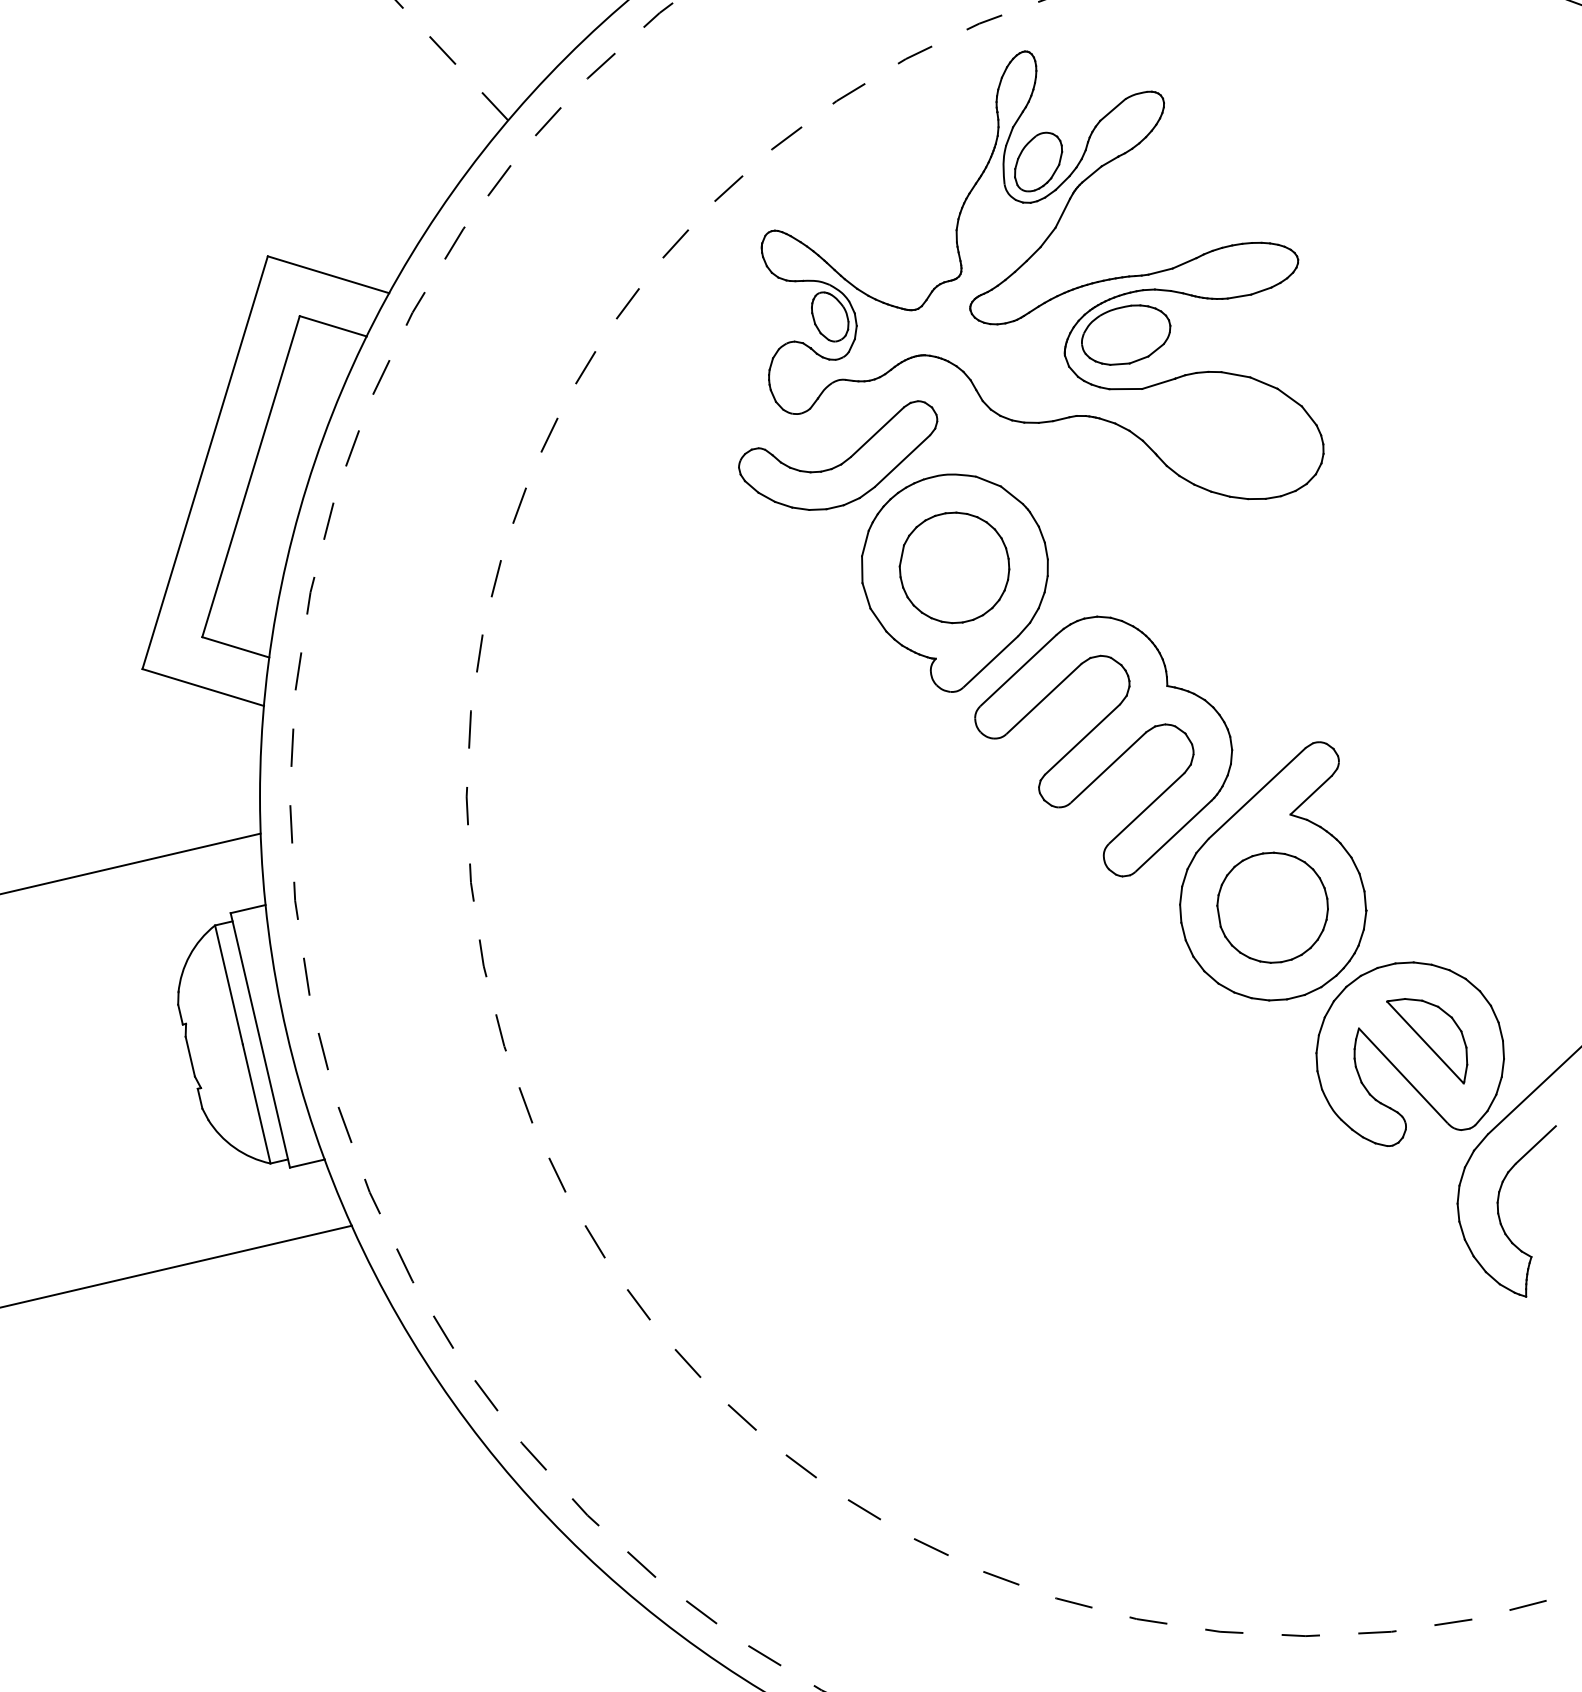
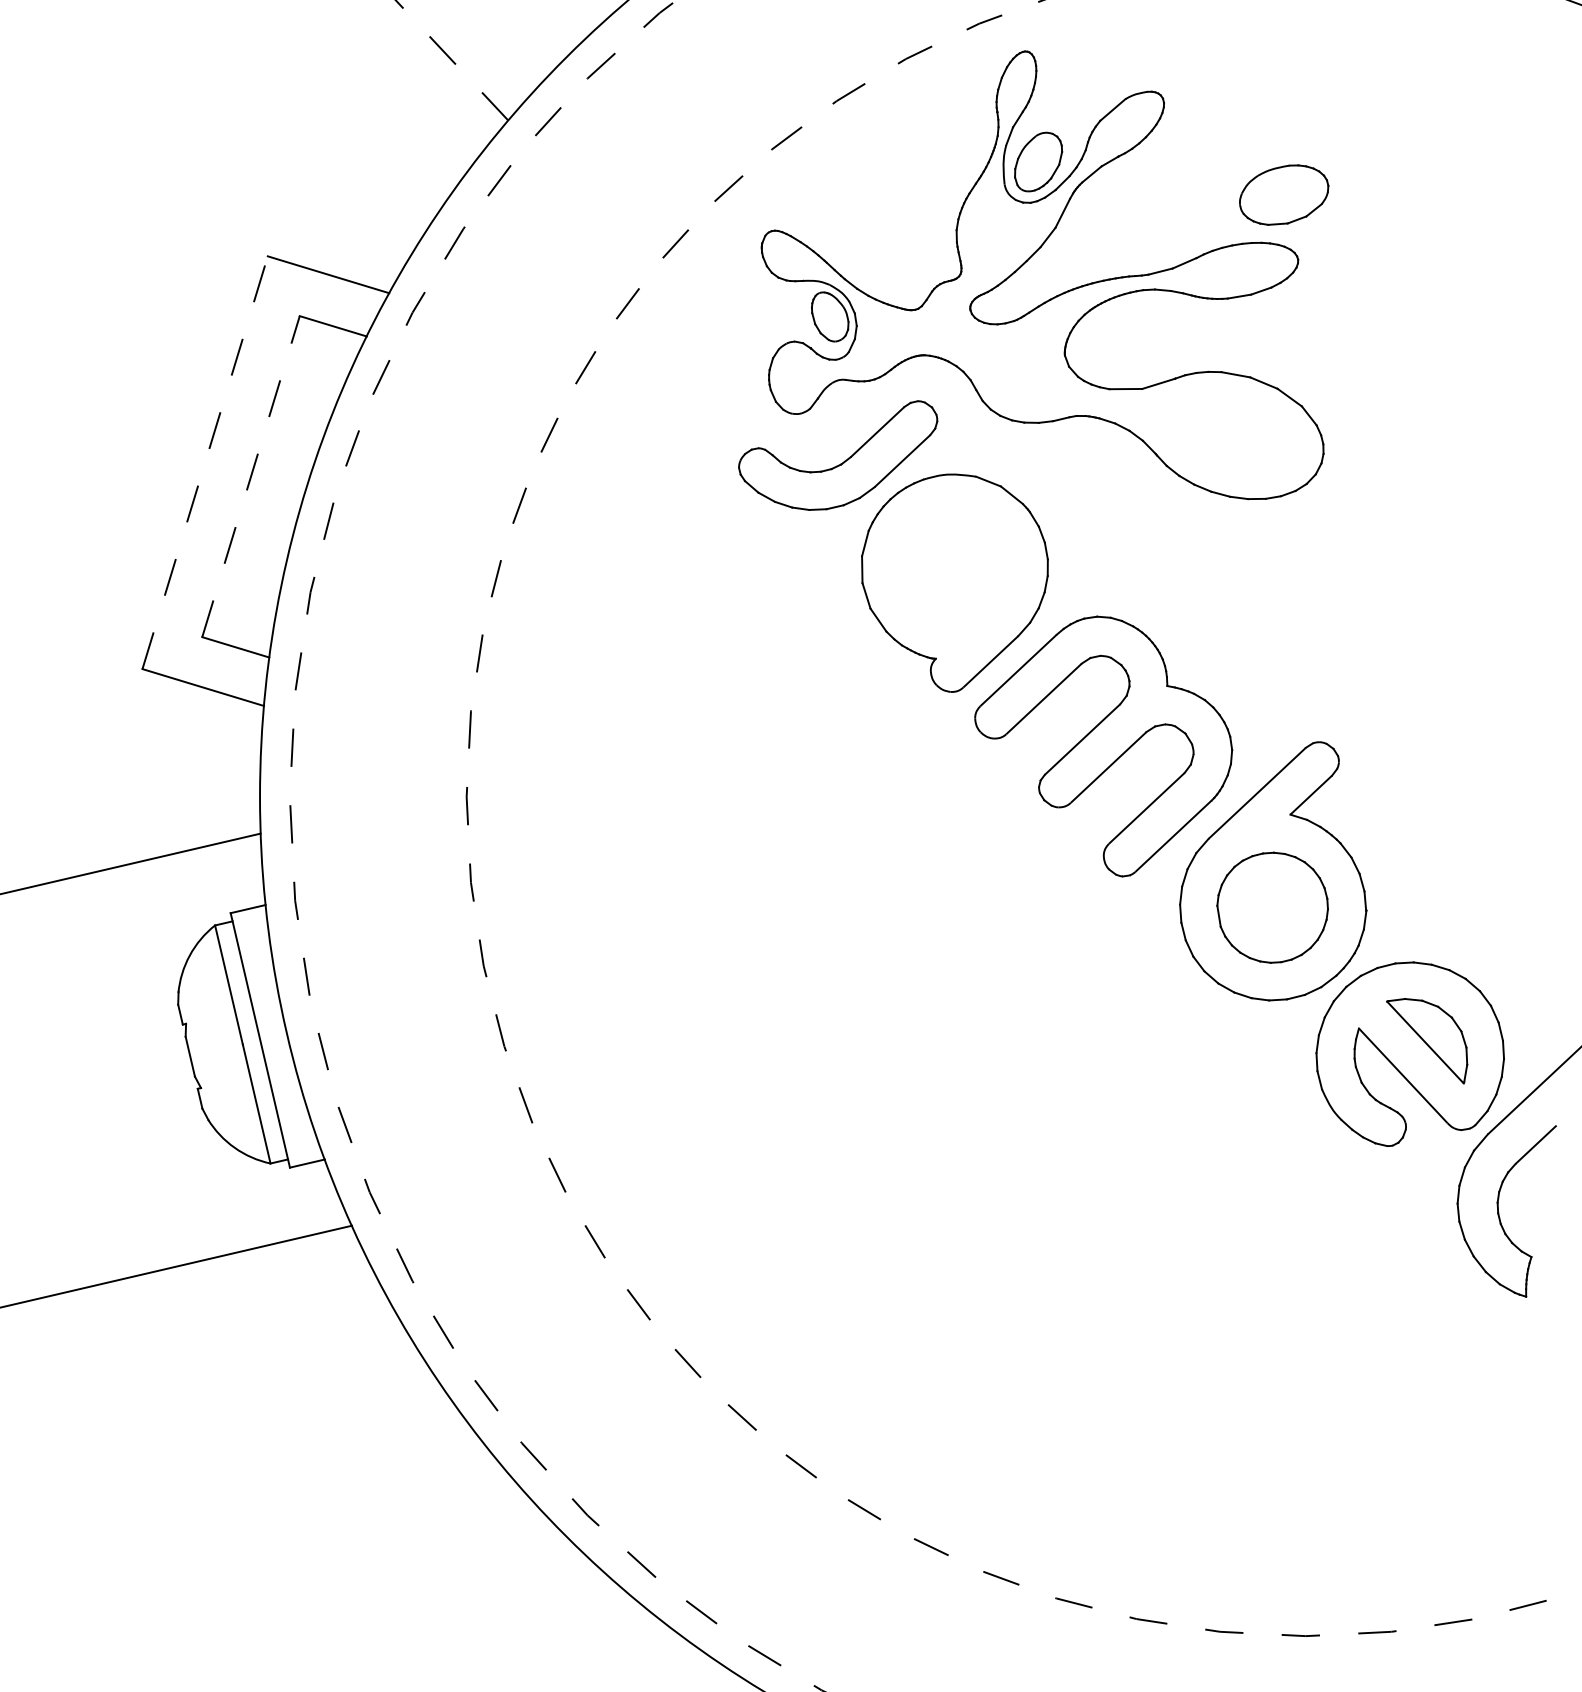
part at (1126, 334) position: (1126, 334) -> (1284, 194)
line at (205, 462): solid -> dashed
line at (251, 476): solid -> dashed
part at (954, 567): present -> none
